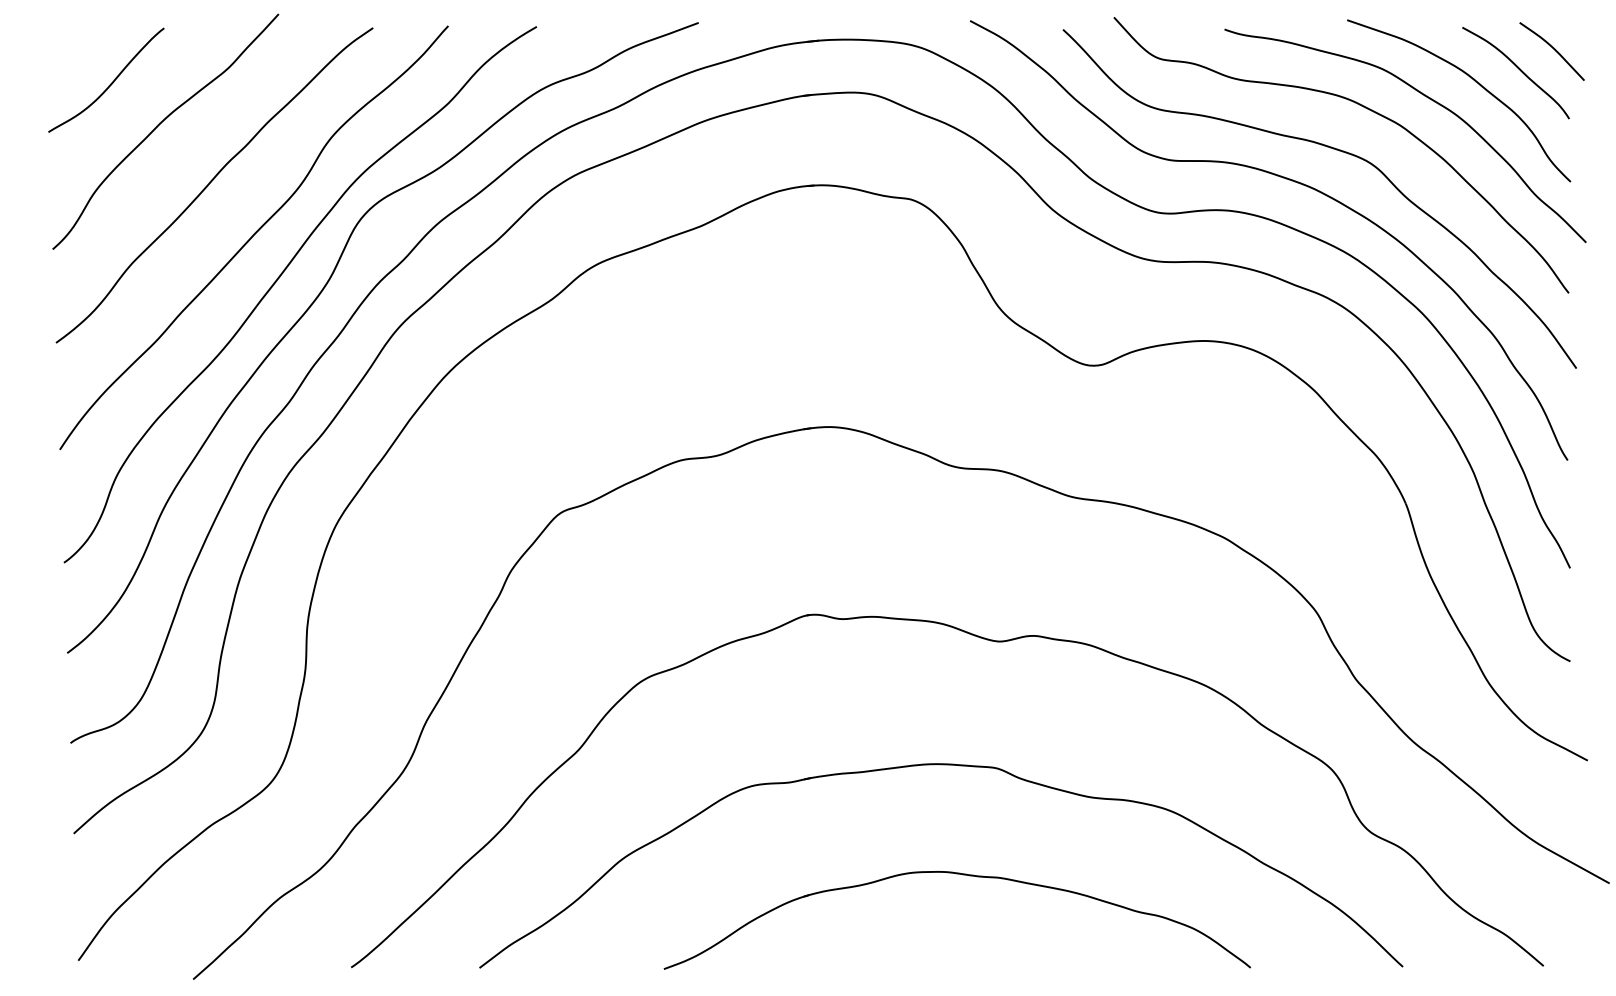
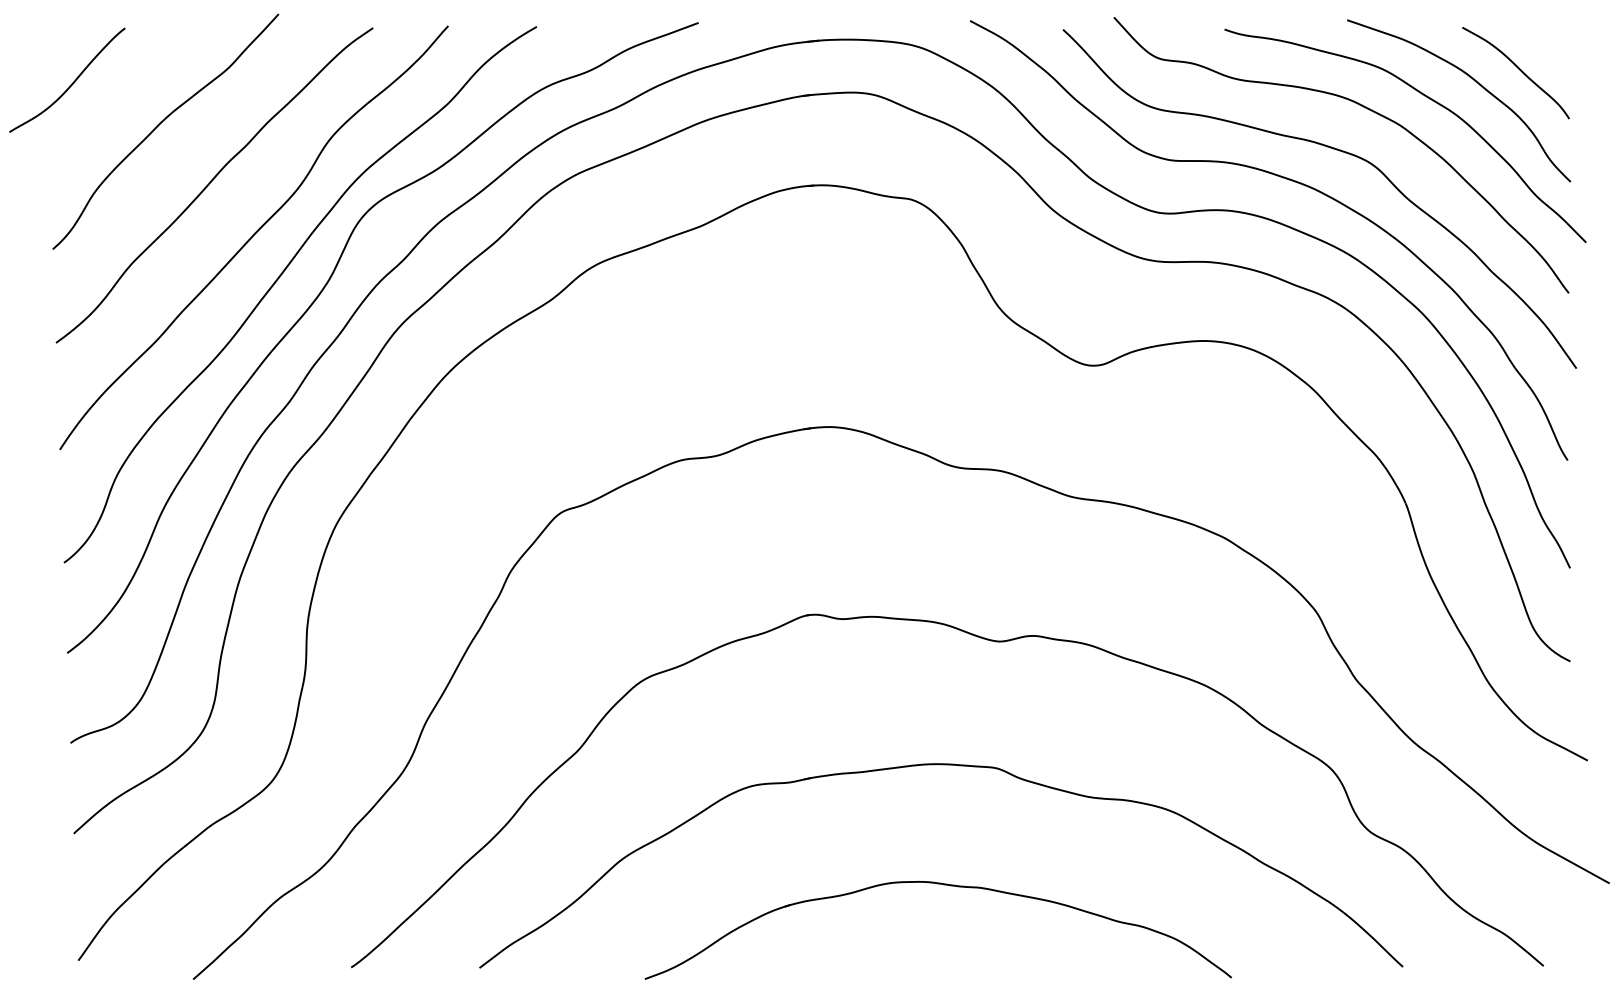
curve at (1553, 49): present -> none
curve at (110, 83) position: (110, 83) -> (71, 83)
part at (962, 875) position: (962, 875) -> (943, 885)
